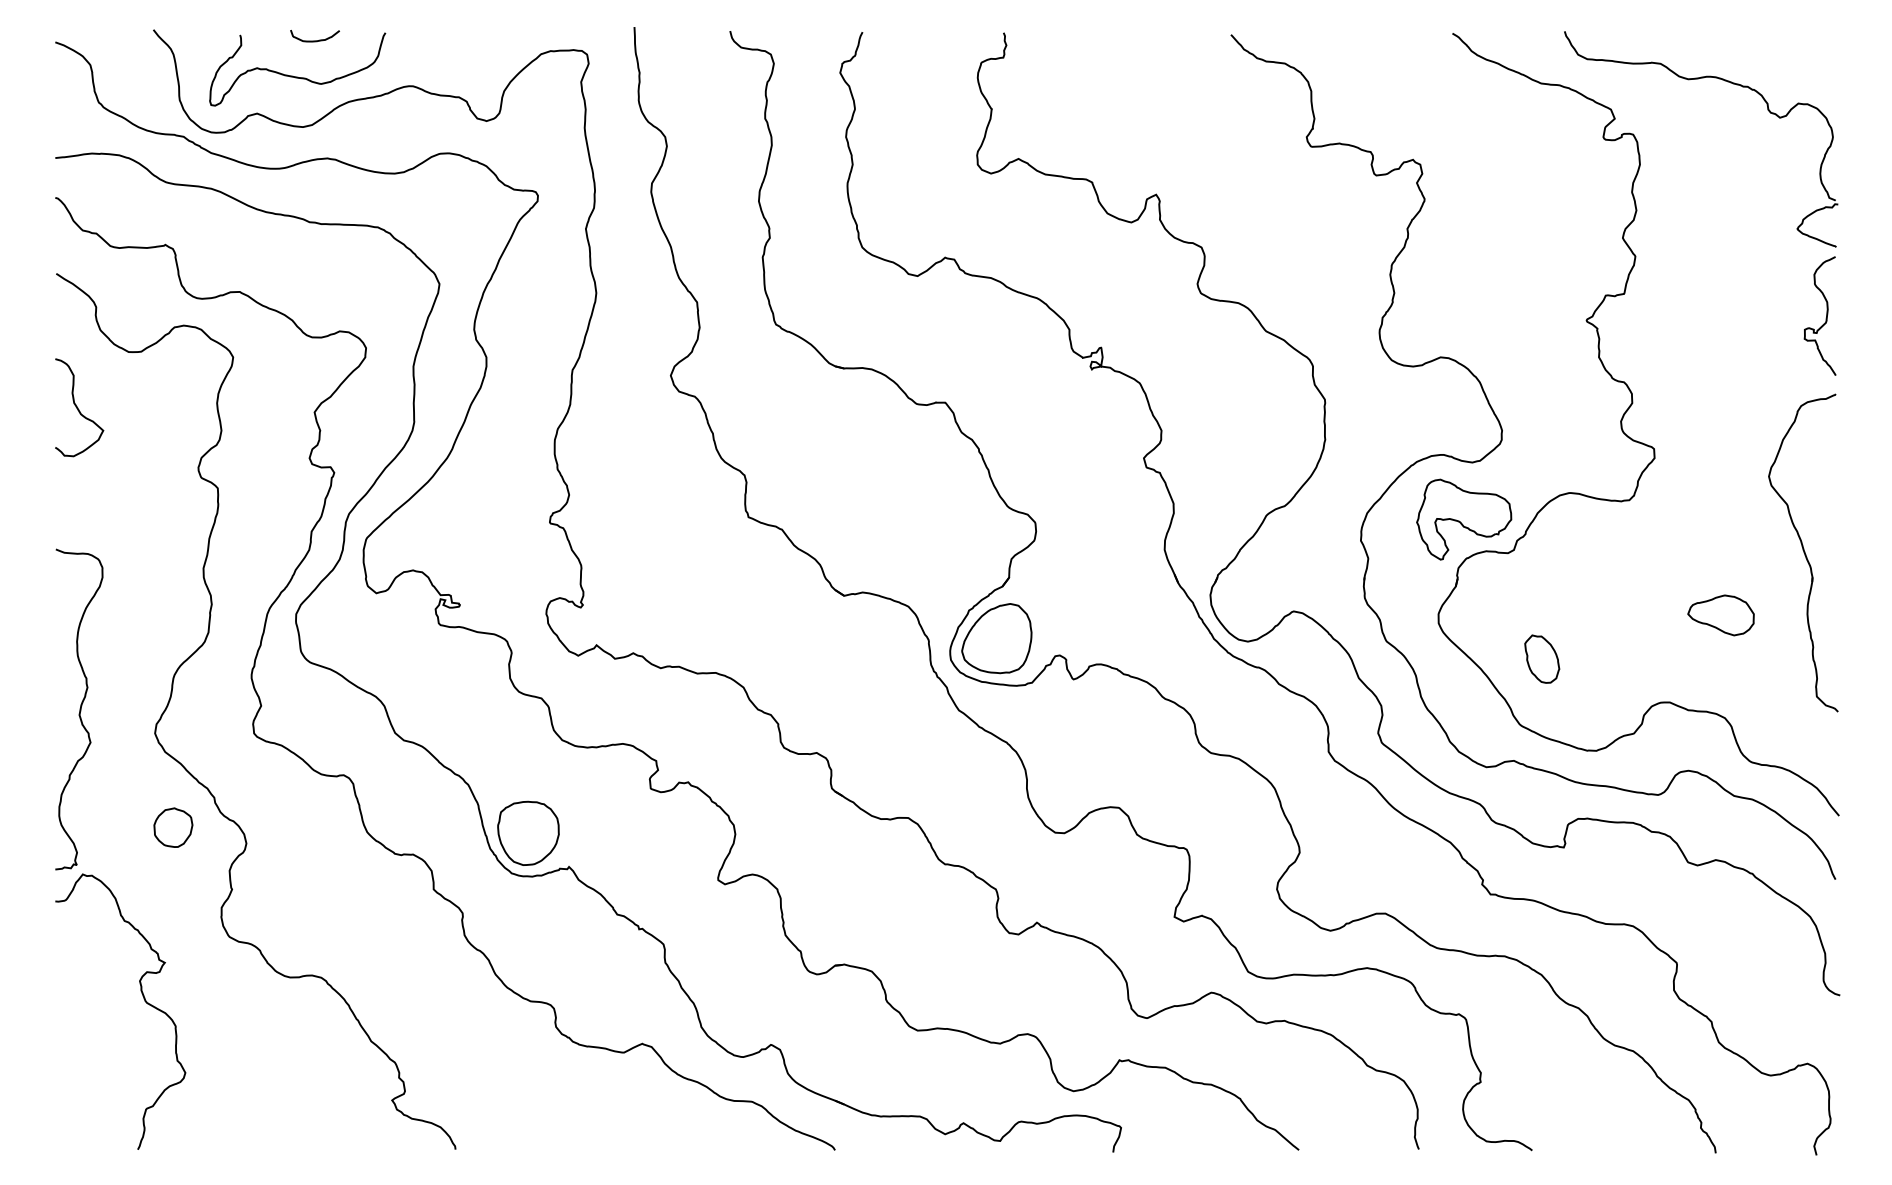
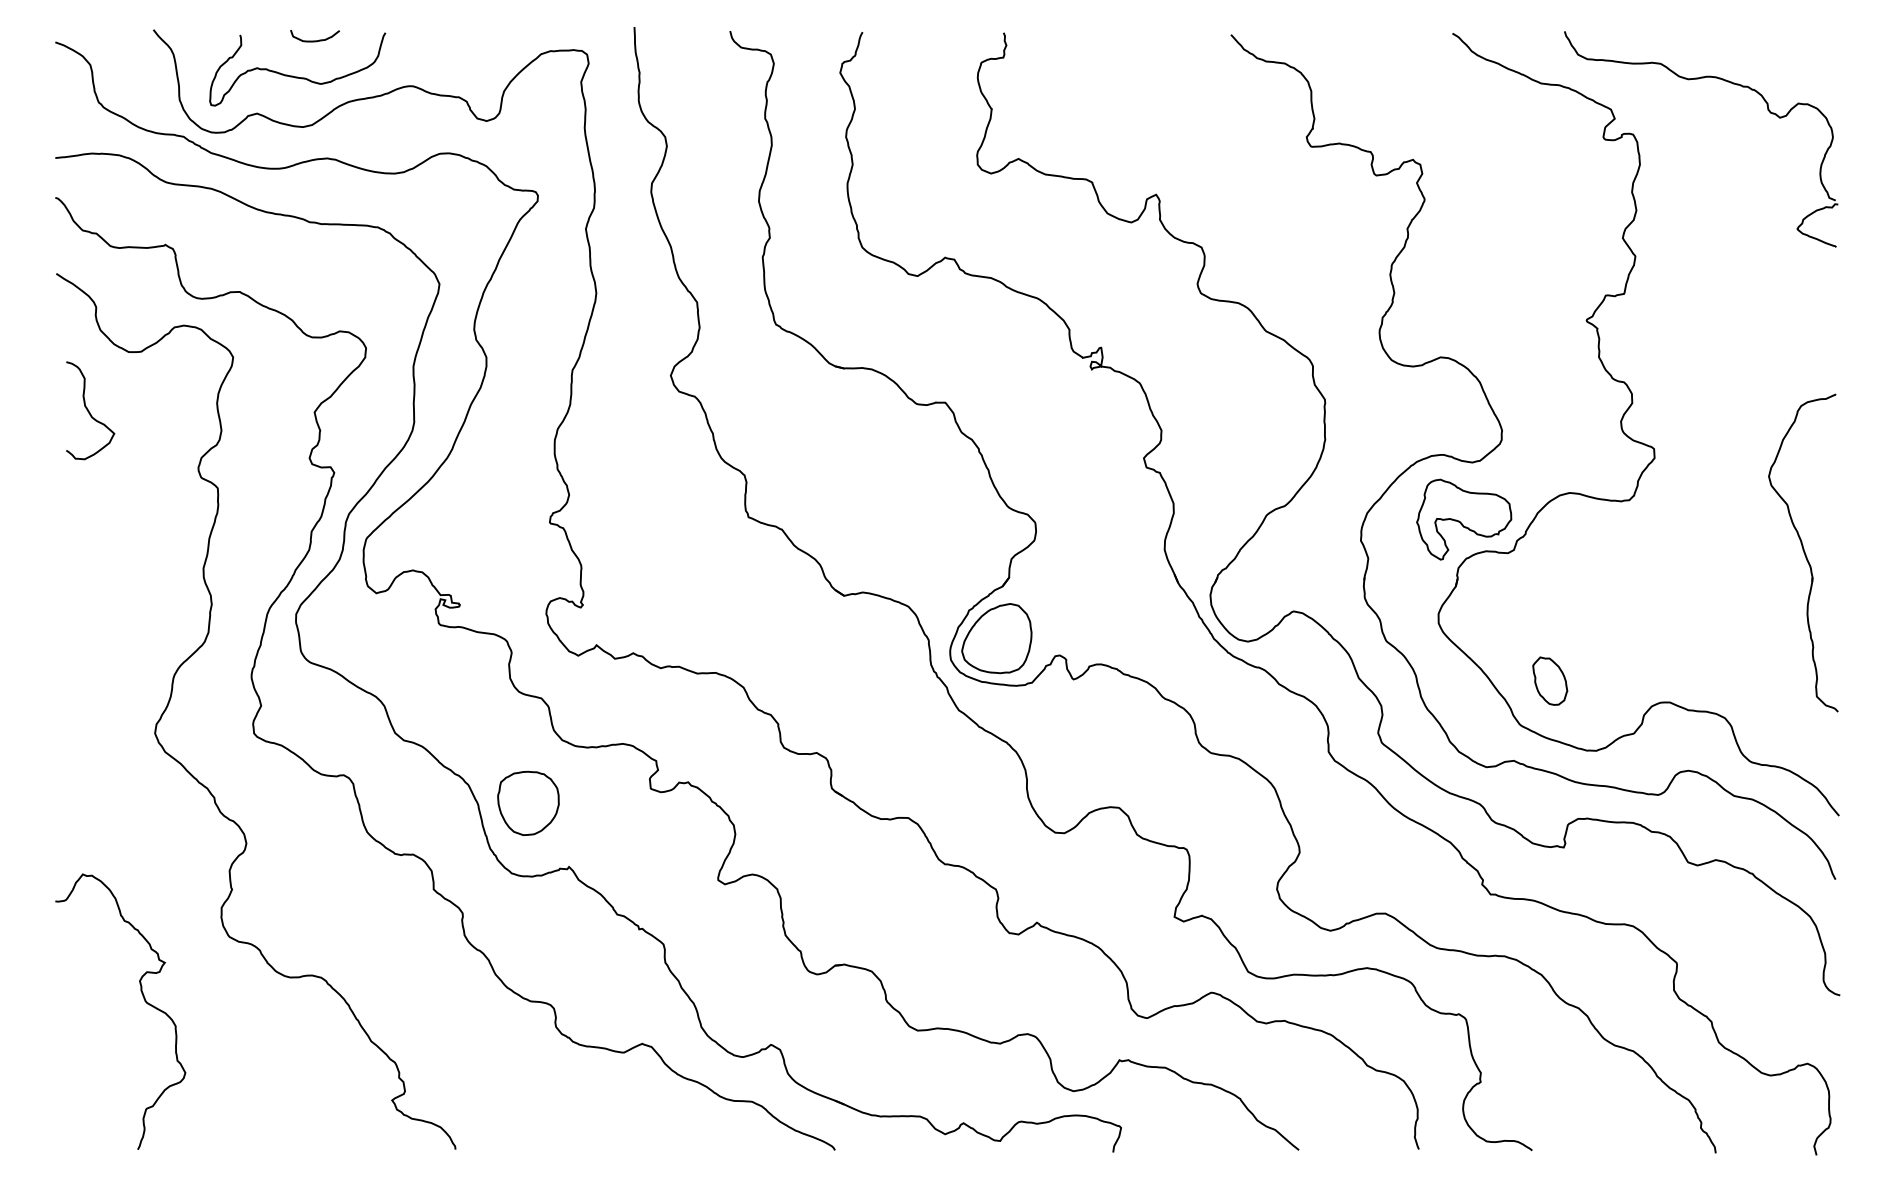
curve at (1825, 318): present -> none
curve at (78, 407) position: (78, 407) -> (89, 410)
part at (1720, 615): present -> none
part at (1542, 658) position: (1542, 658) -> (1550, 680)
curve at (79, 709): present -> none
part at (173, 827): present -> none
part at (528, 832) position: (528, 832) -> (528, 802)
